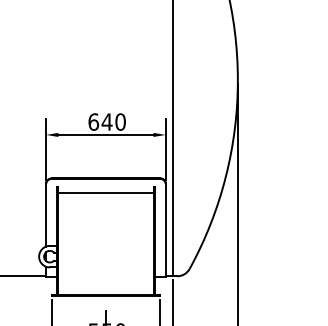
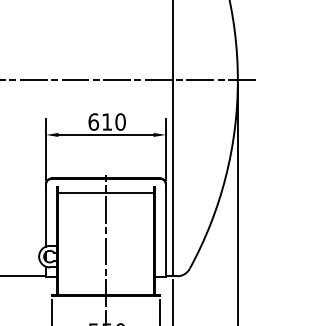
line at (128, 80): none -> present
text at (106, 121): 640 -> 610
line at (105, 240): none -> present
